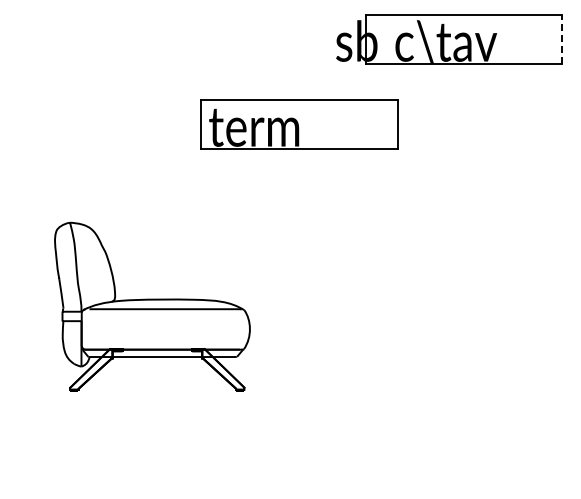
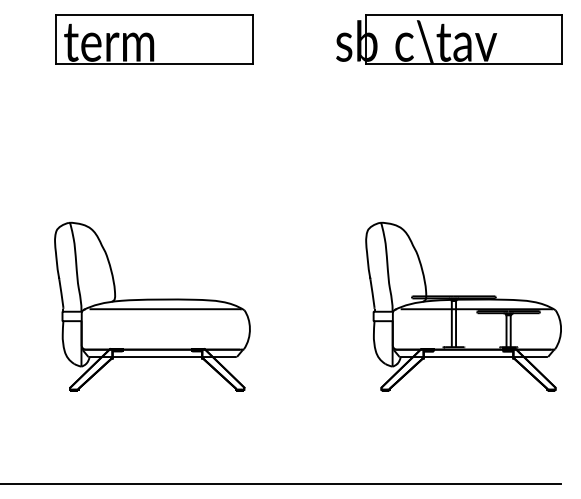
line at (562, 38): dashed -> solid
part at (299, 124) position: (299, 124) -> (154, 39)
part at (463, 306): none -> present
line at (281, 483): none -> present
